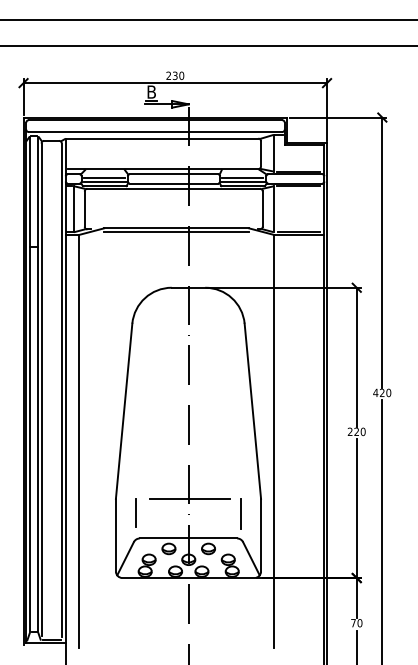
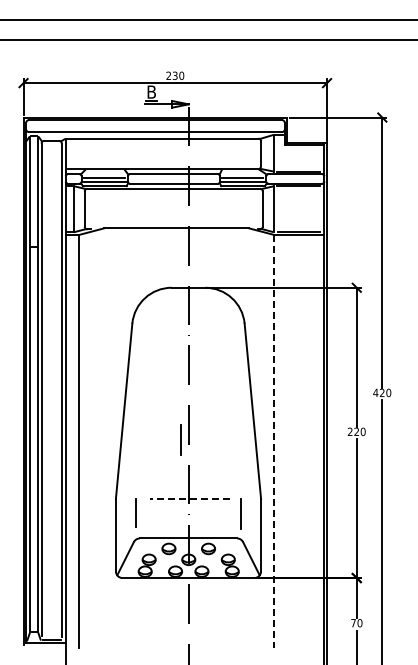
line at (208, 46) position: (208, 46) -> (208, 40)
line at (176, 232): present -> none
line at (180, 439): none -> present
line at (274, 441): solid -> dashed
line at (189, 498): solid -> dashed
